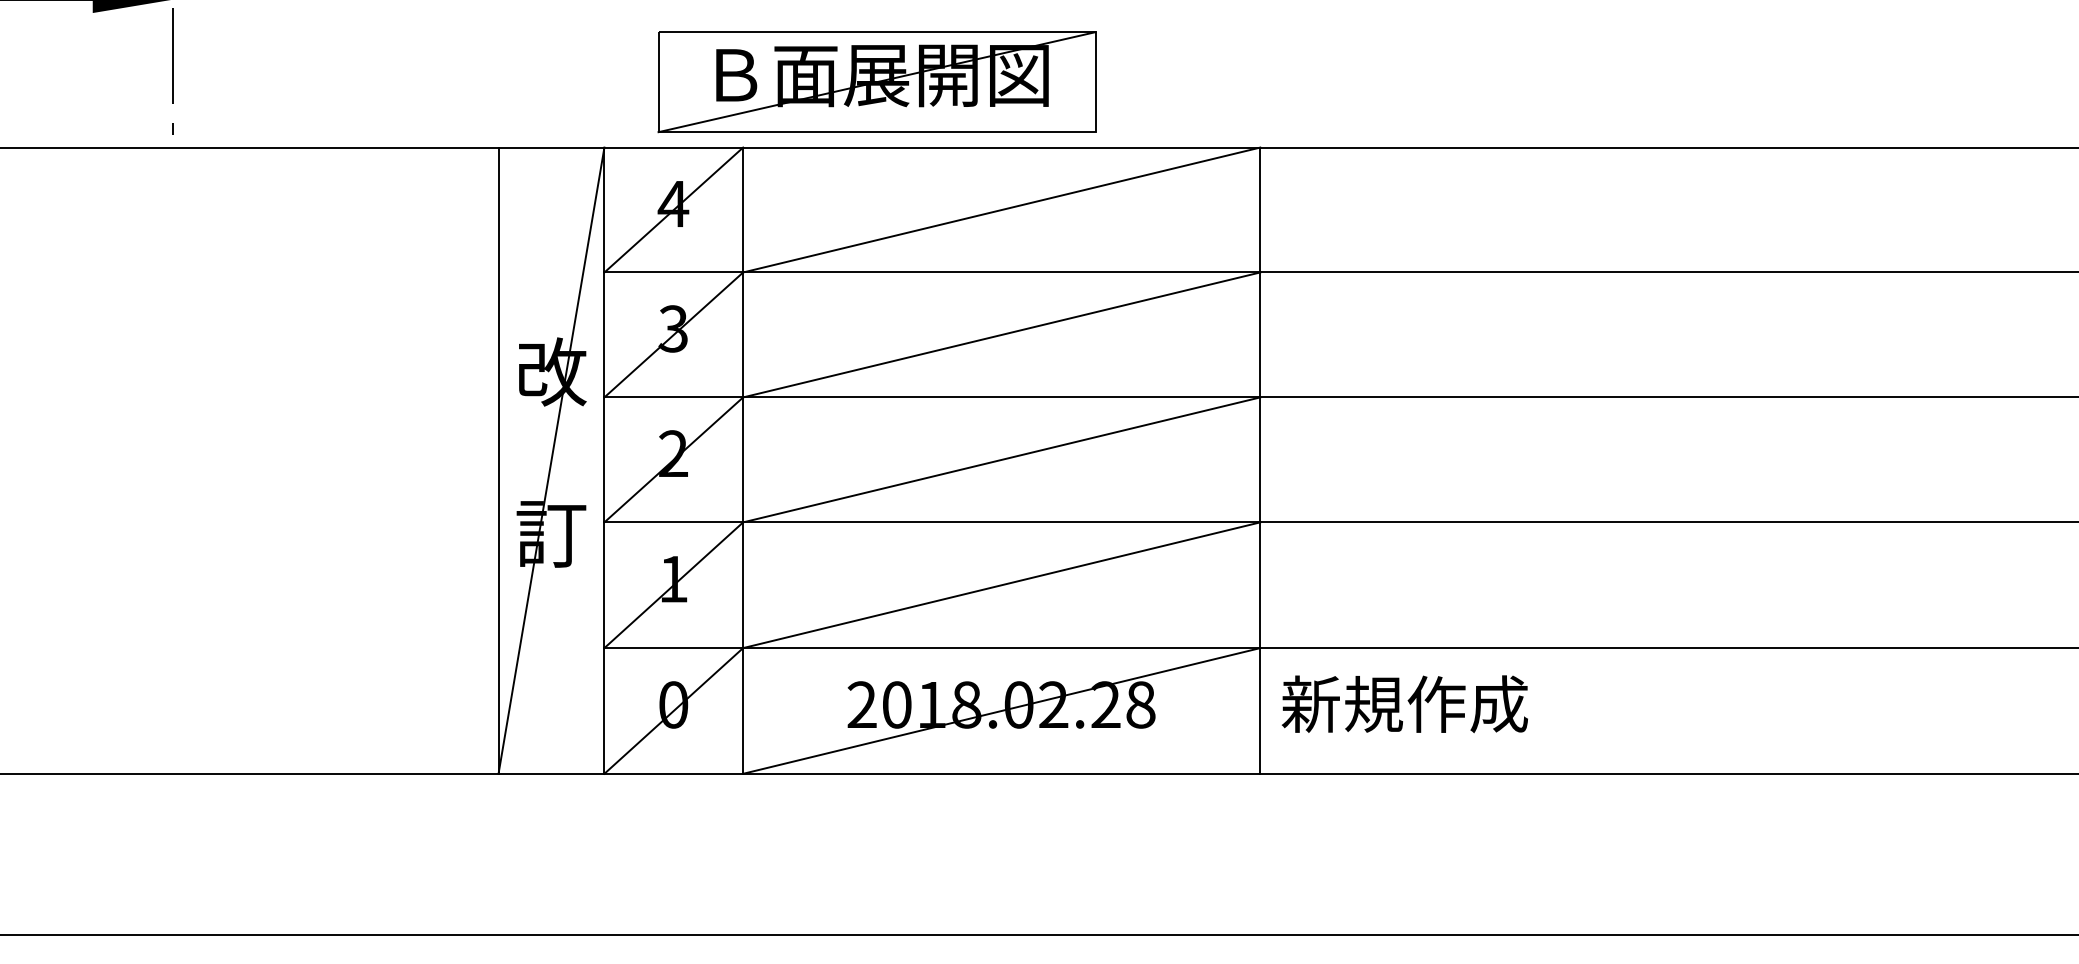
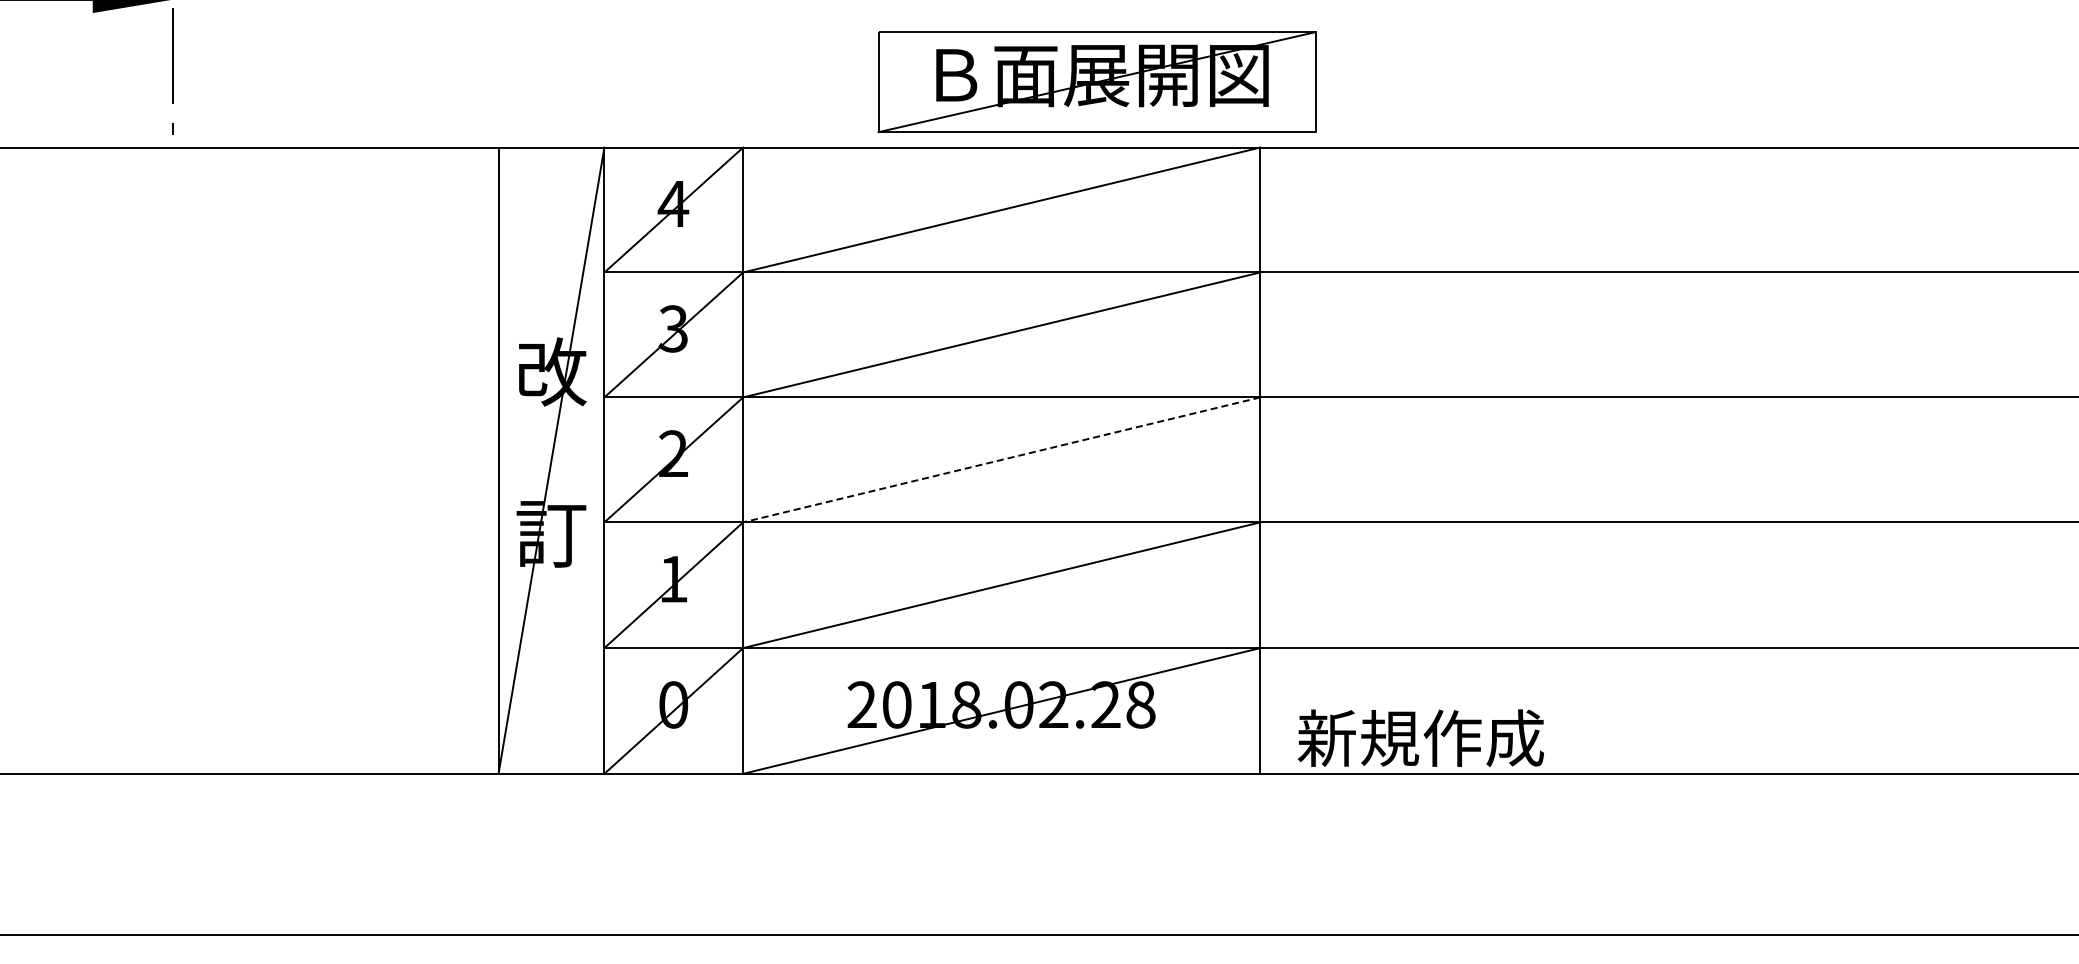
part at (876, 82) position: (876, 82) -> (1096, 82)
line at (1001, 460): solid -> dashed
text at (1404, 704) position: (1404, 704) -> (1420, 738)
